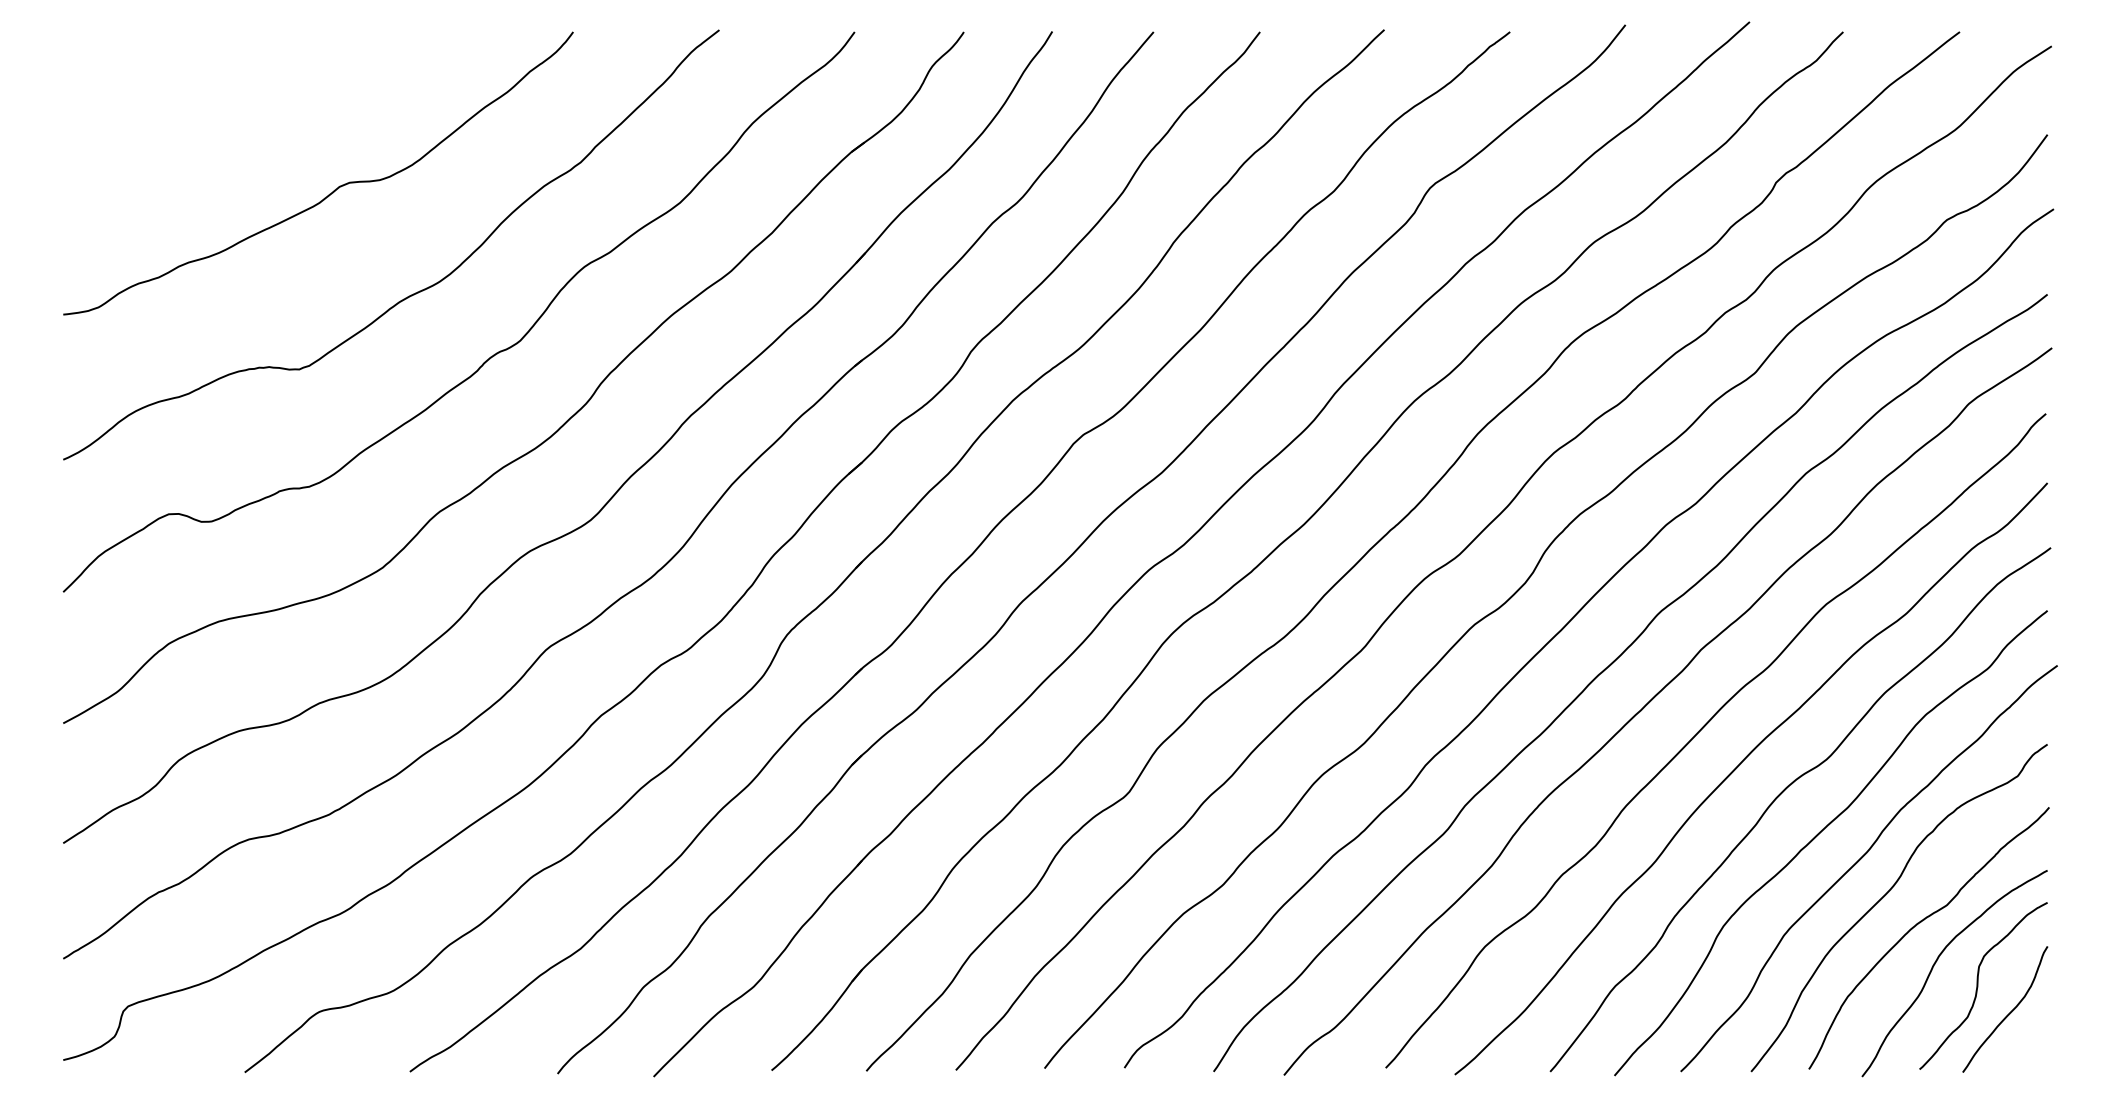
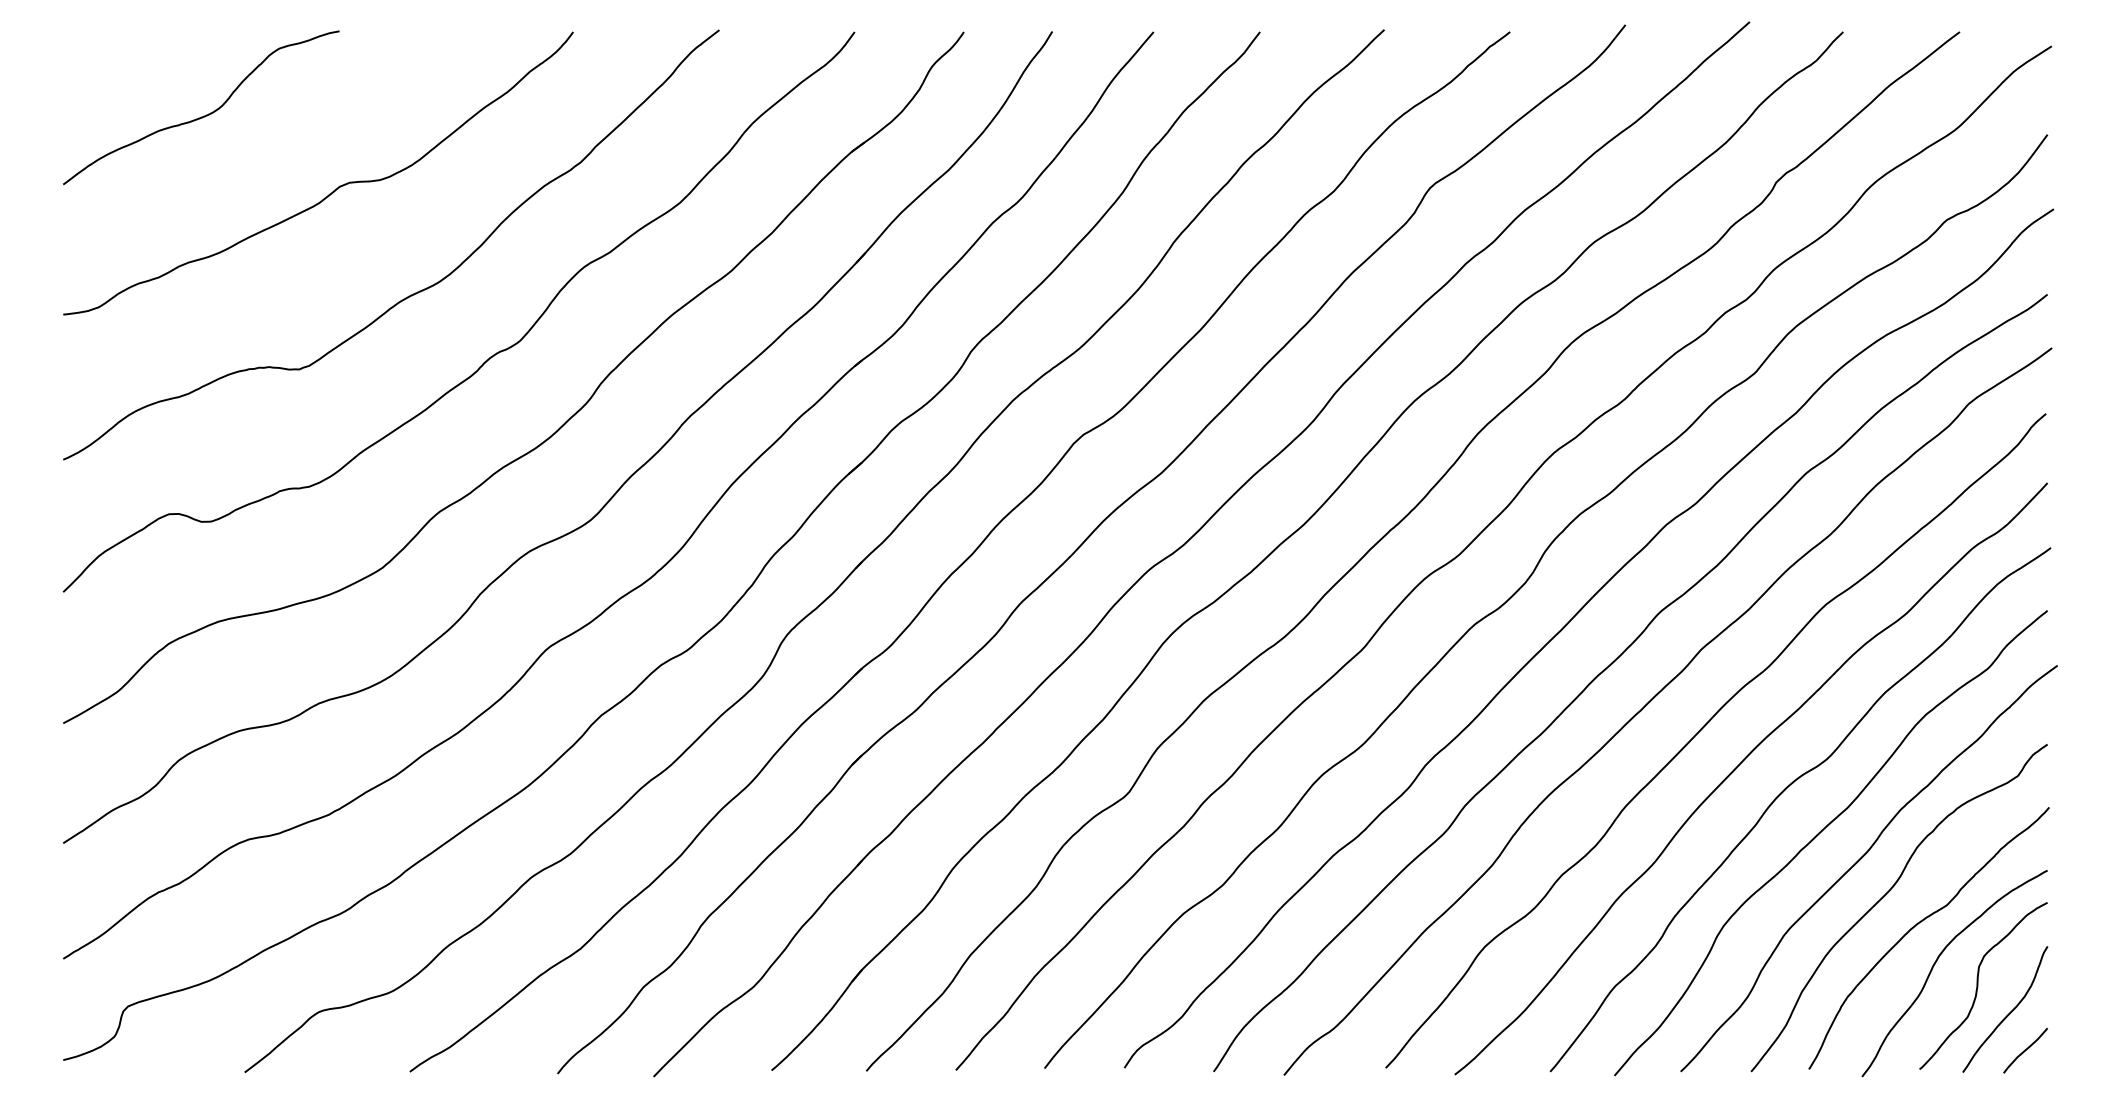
curve at (203, 115): none -> present
curve at (2025, 1050): none -> present
